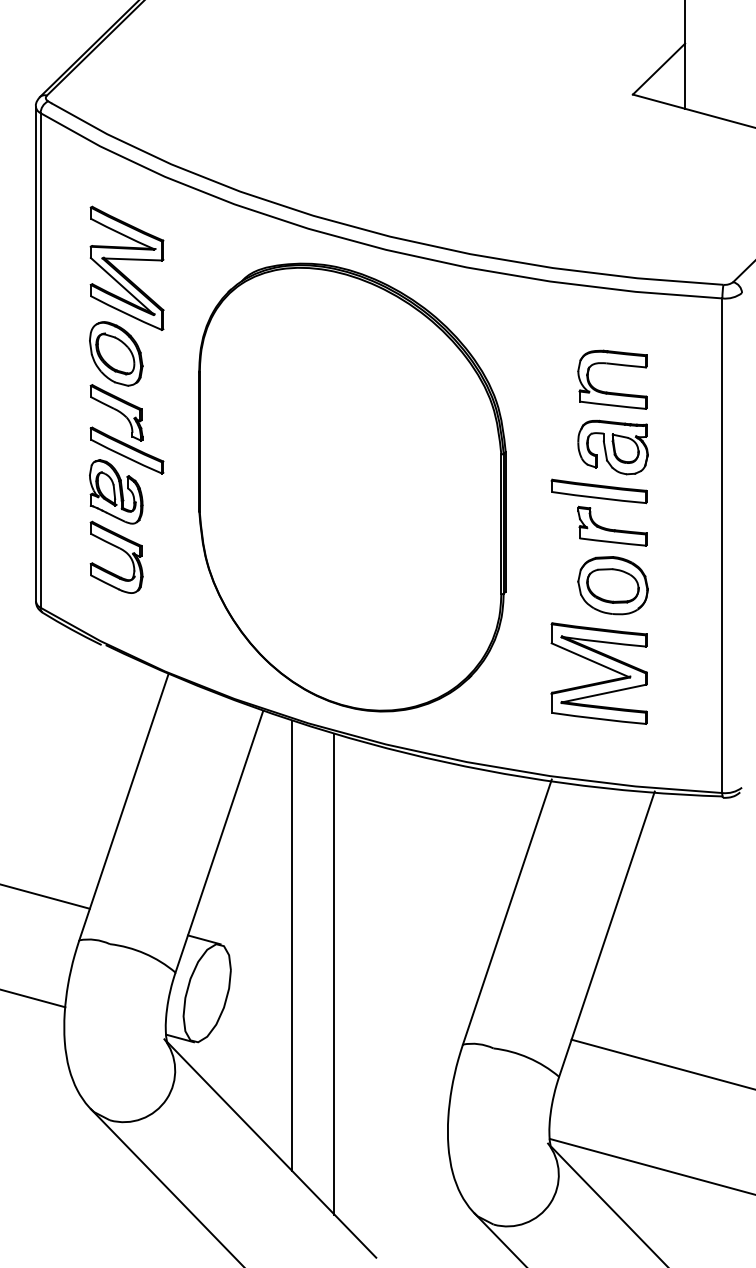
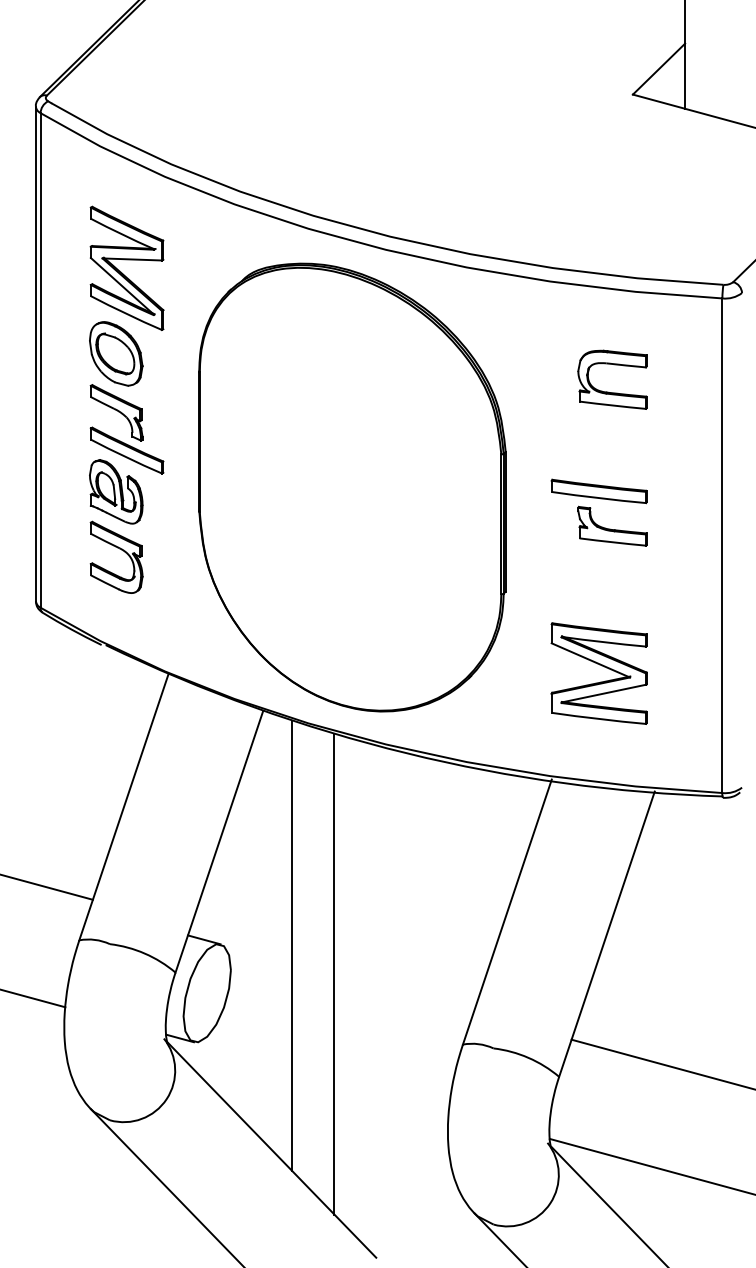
part at (612, 447): present -> none
part at (612, 585): present -> none
line at (45, 896) position: (45, 896) -> (47, 887)
